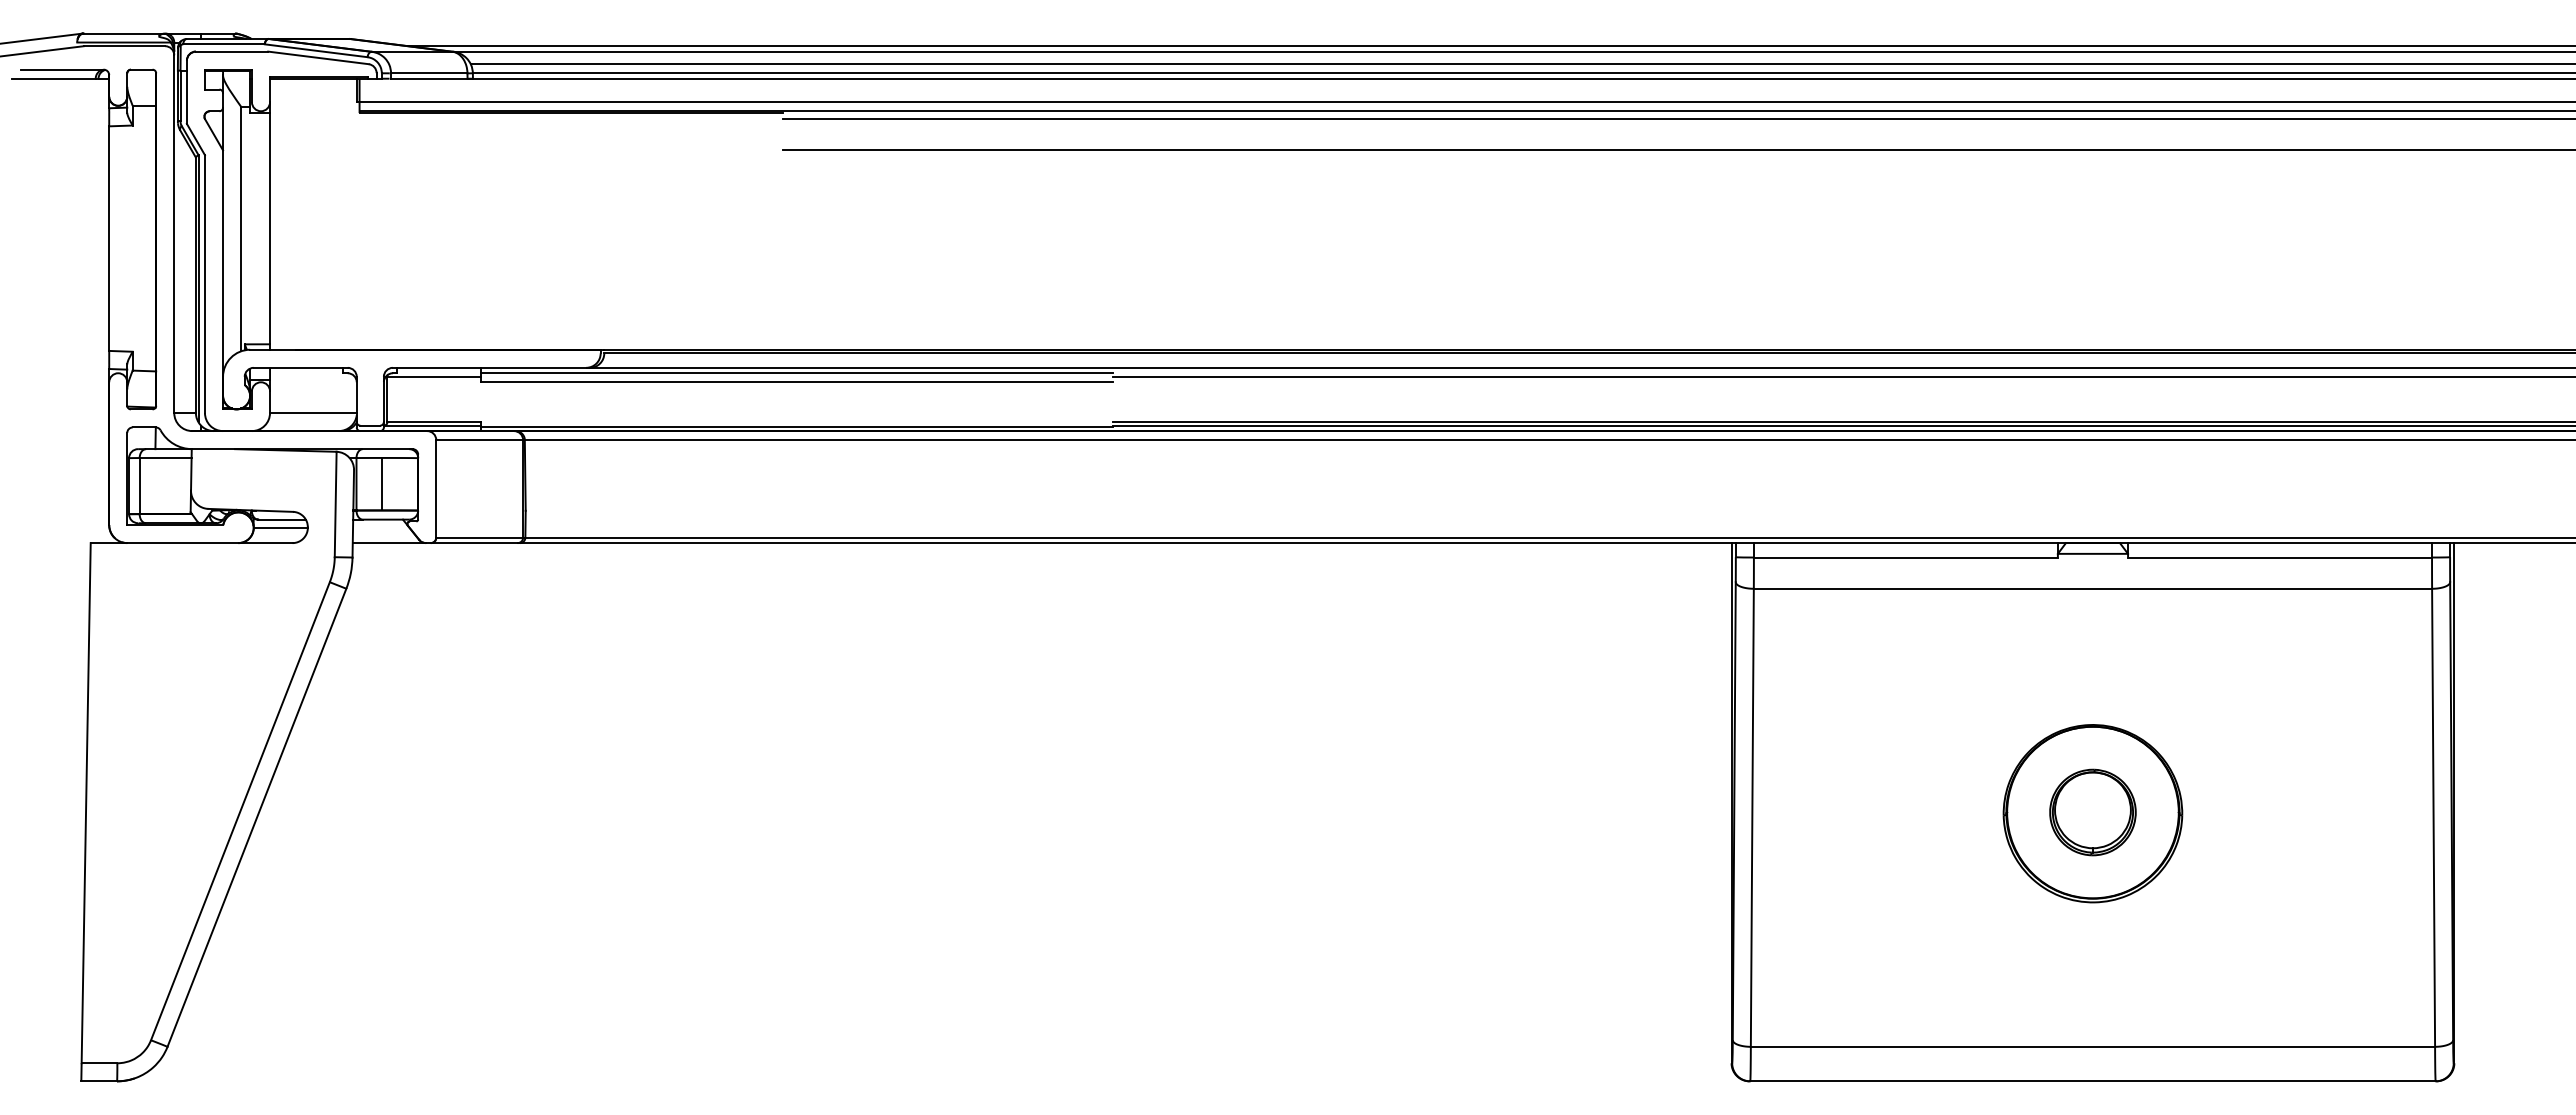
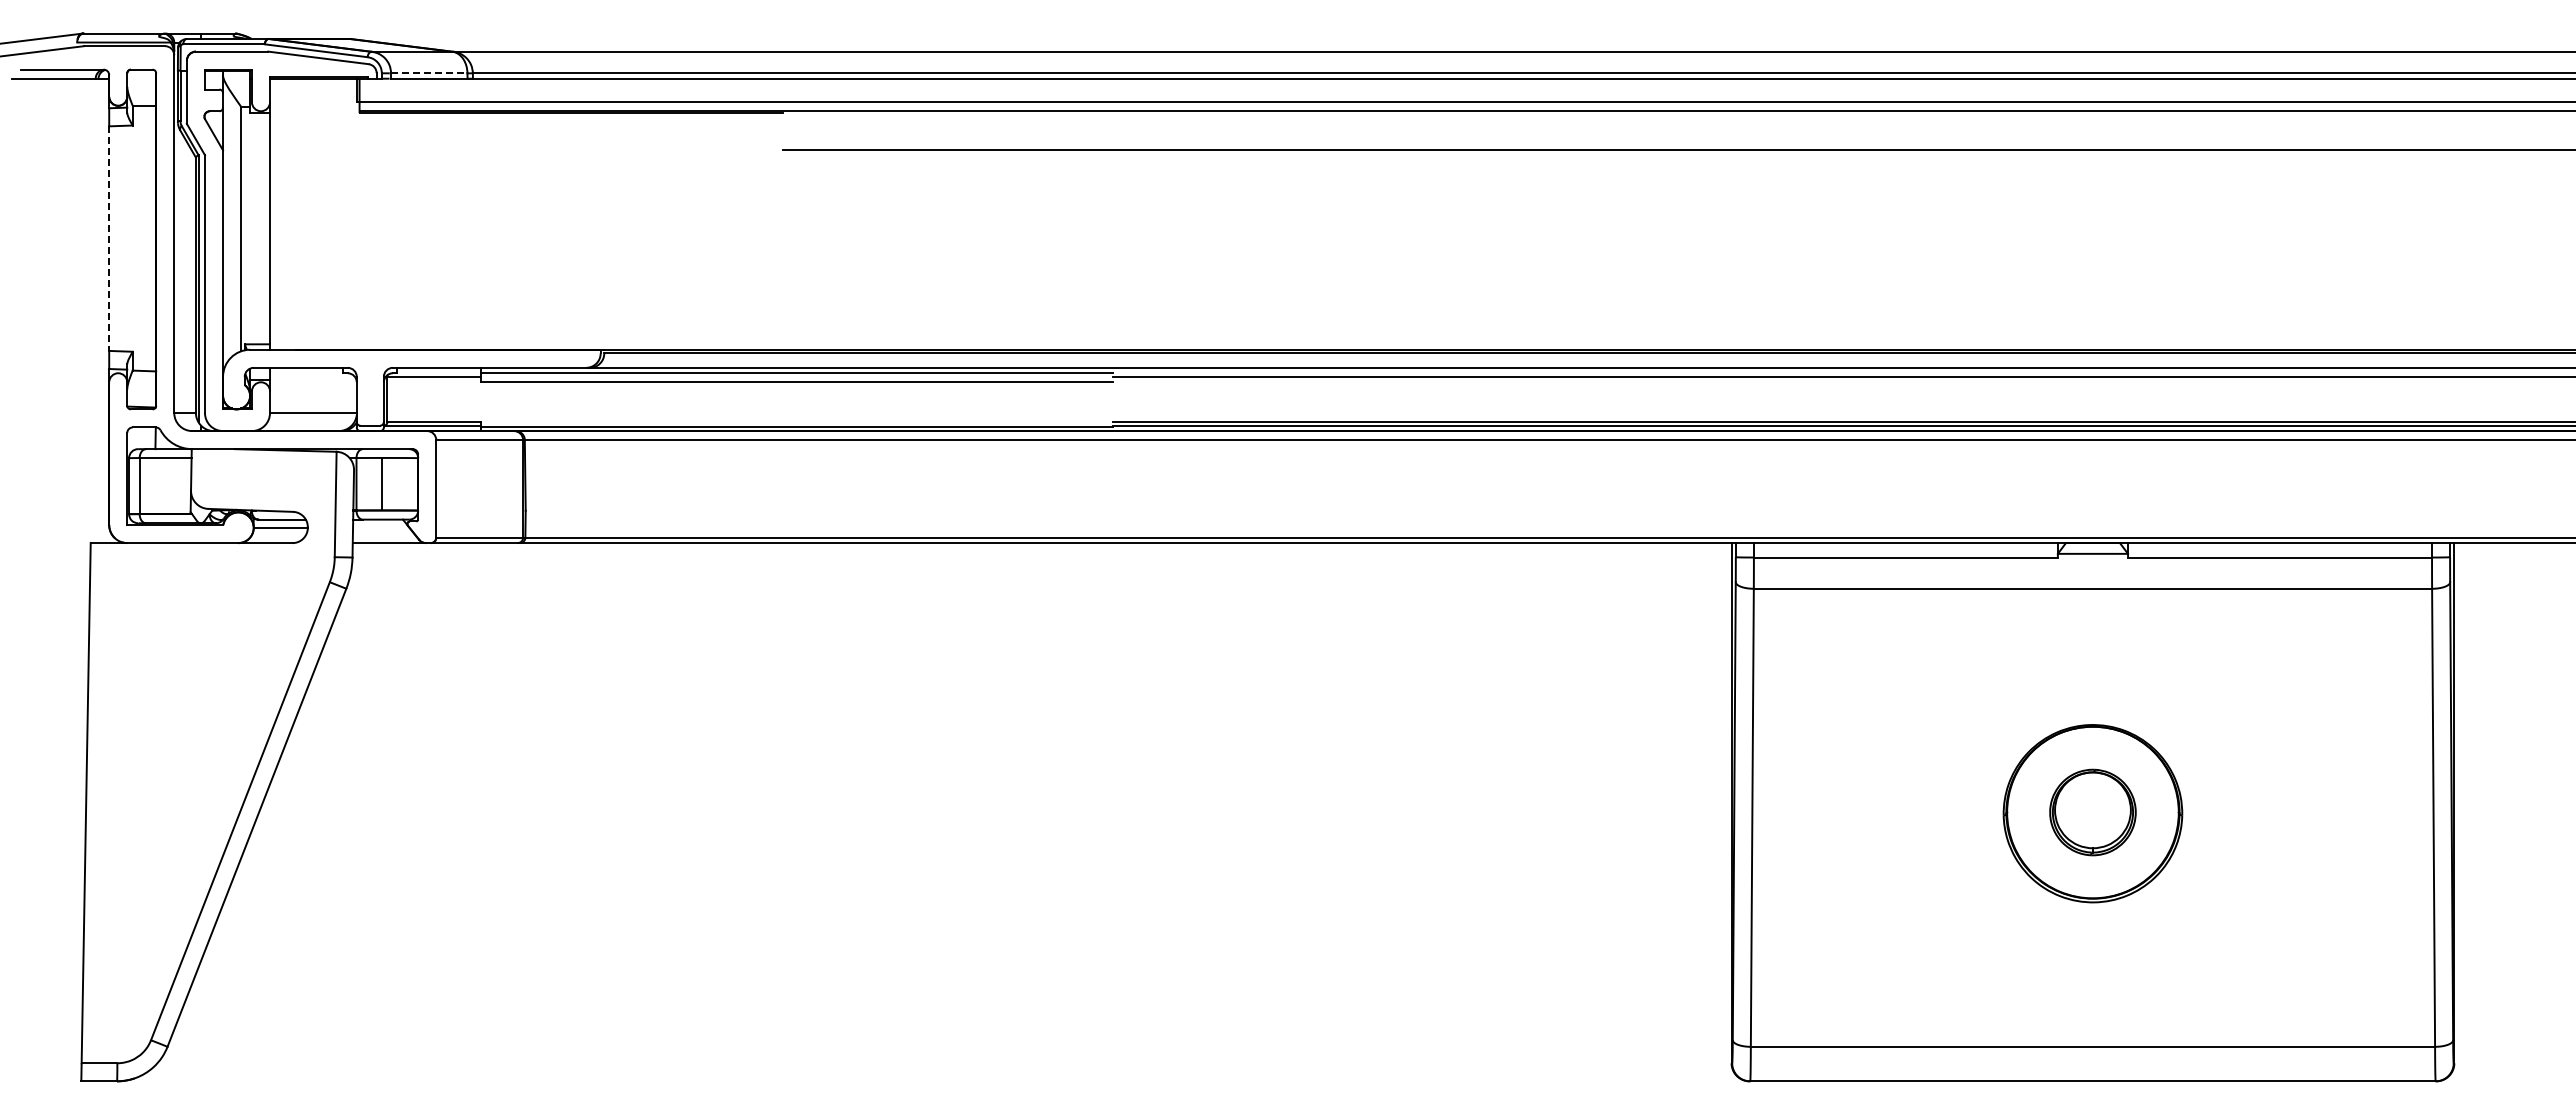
line at (1490, 46): present -> none
line at (1521, 64): present -> none
line at (429, 73): solid -> dashed
line at (1677, 119): present -> none
line at (109, 239): solid -> dashed
